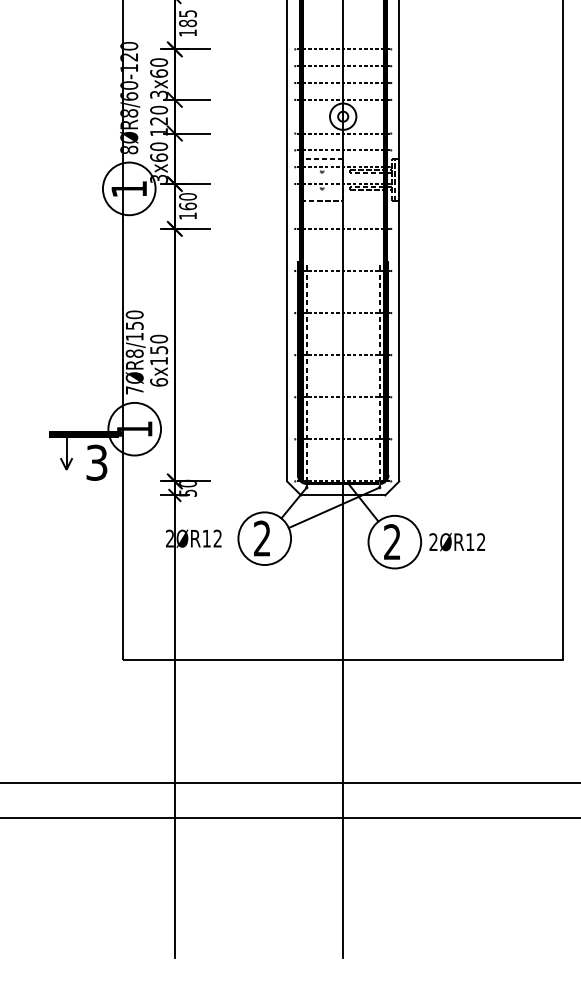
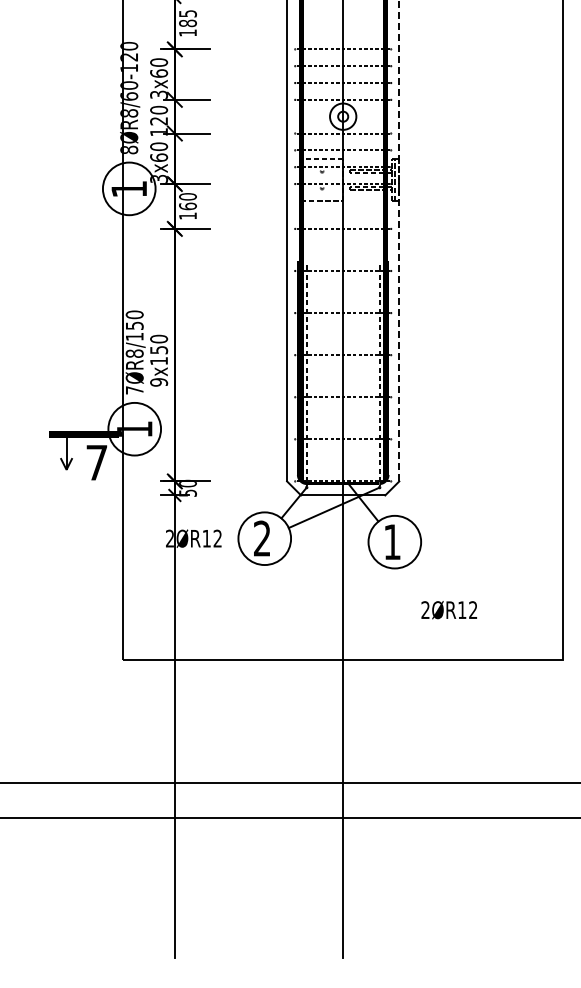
line at (399, 240): solid -> dashed
text at (159, 382): 6x150 -> 9x150
text at (96, 462): 3 -> 7
text at (392, 541): 2 -> 1
text at (456, 542) position: (456, 542) -> (448, 610)
